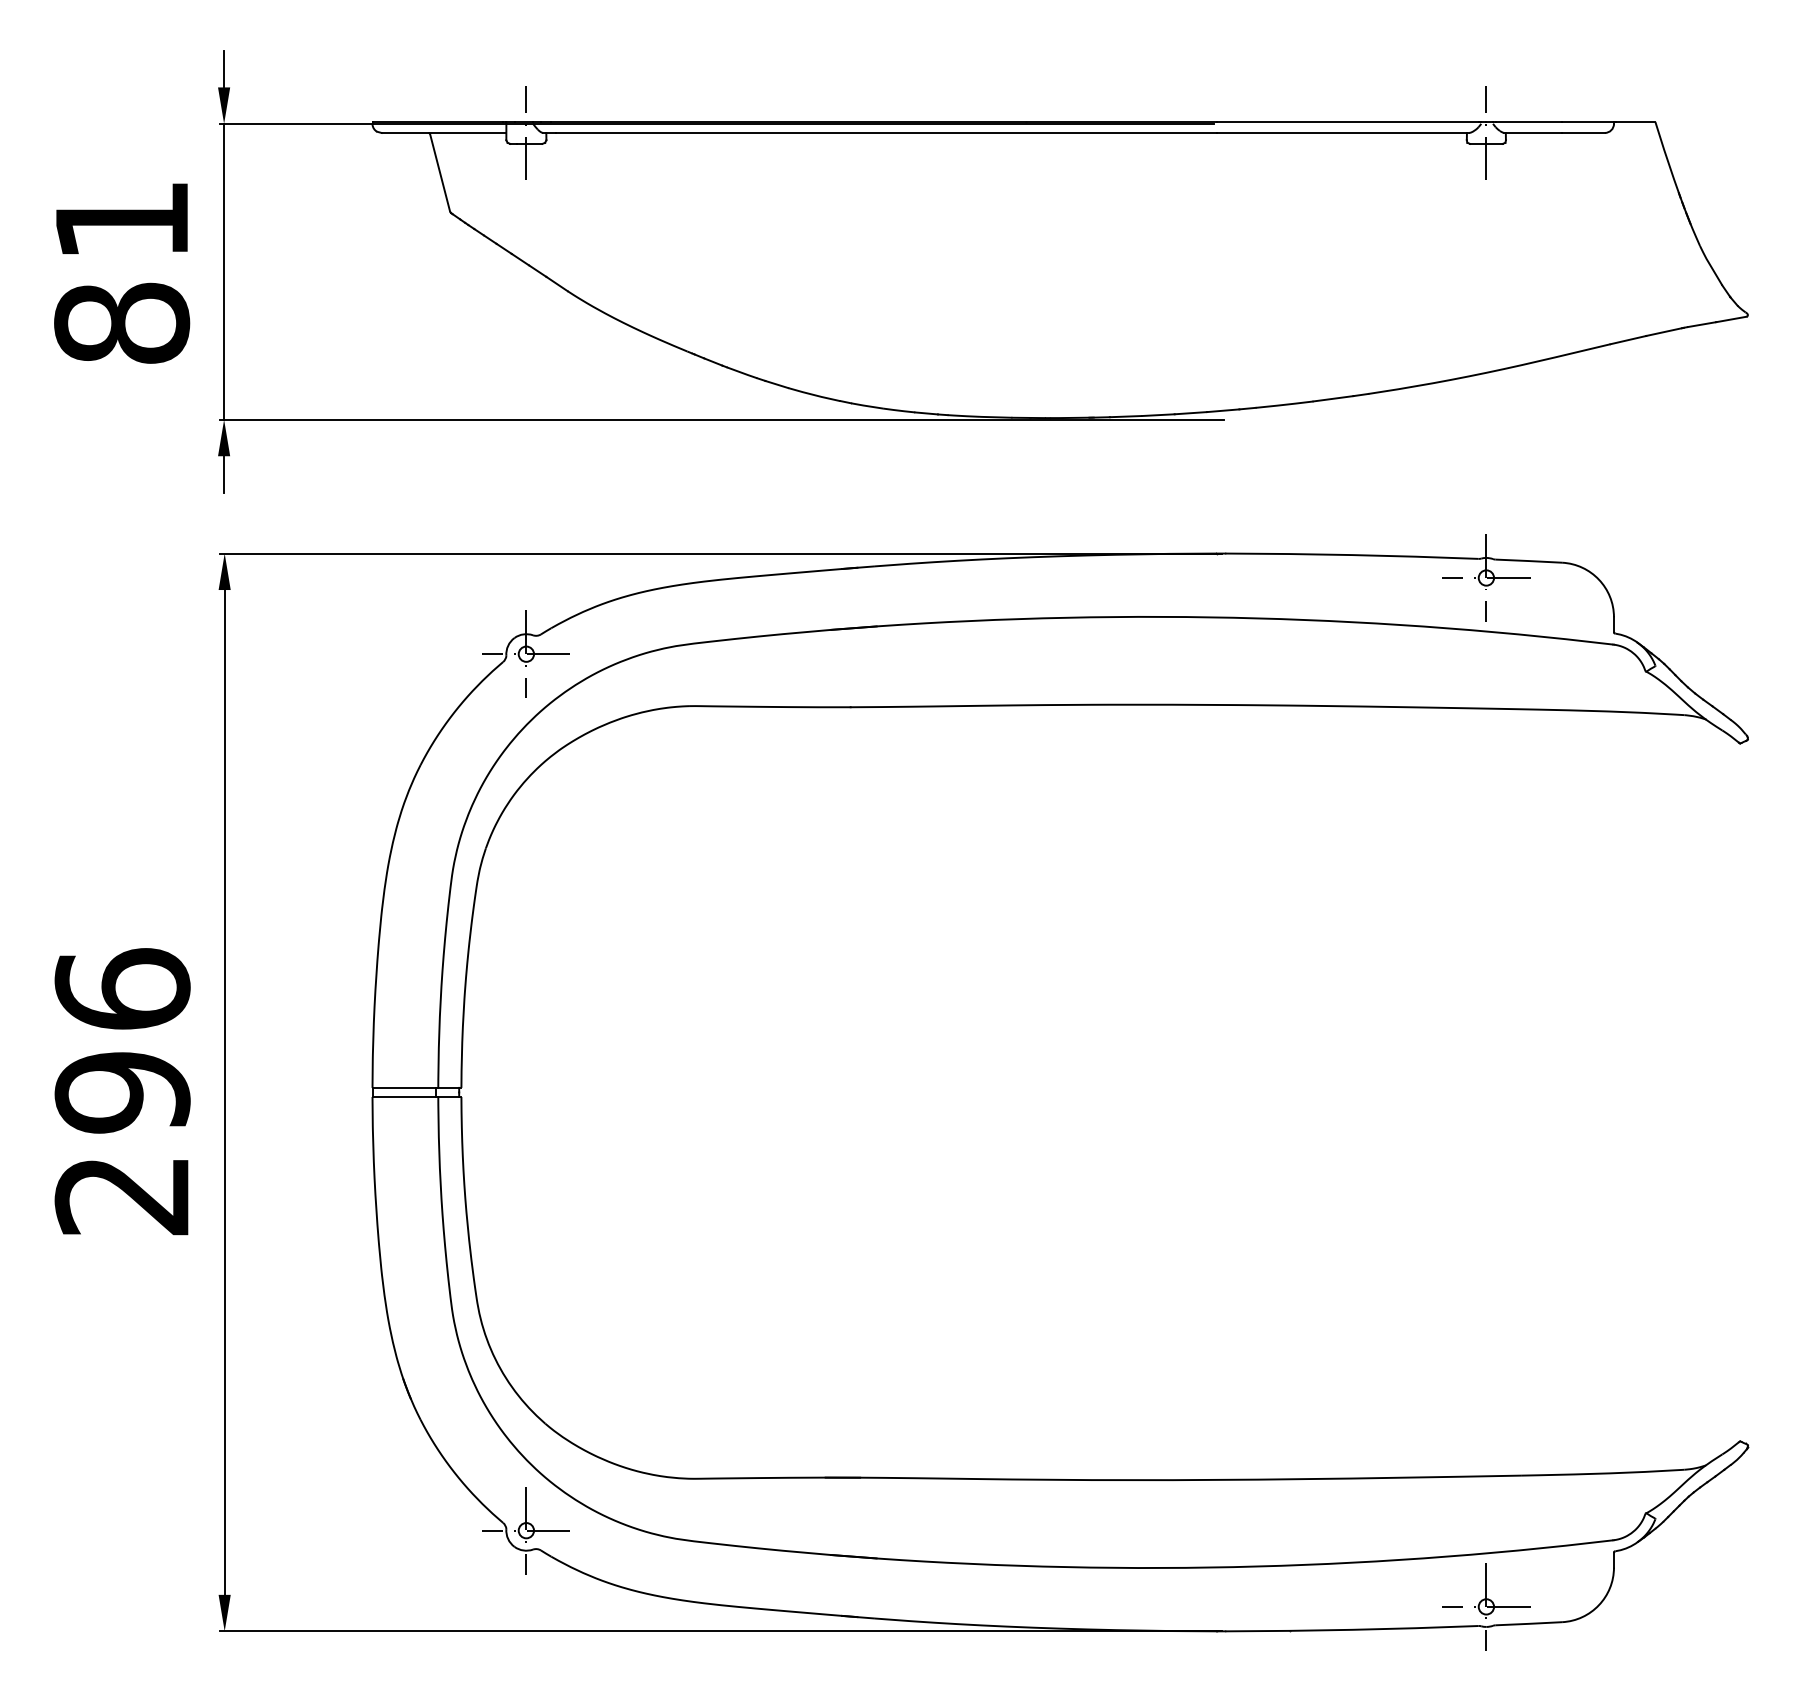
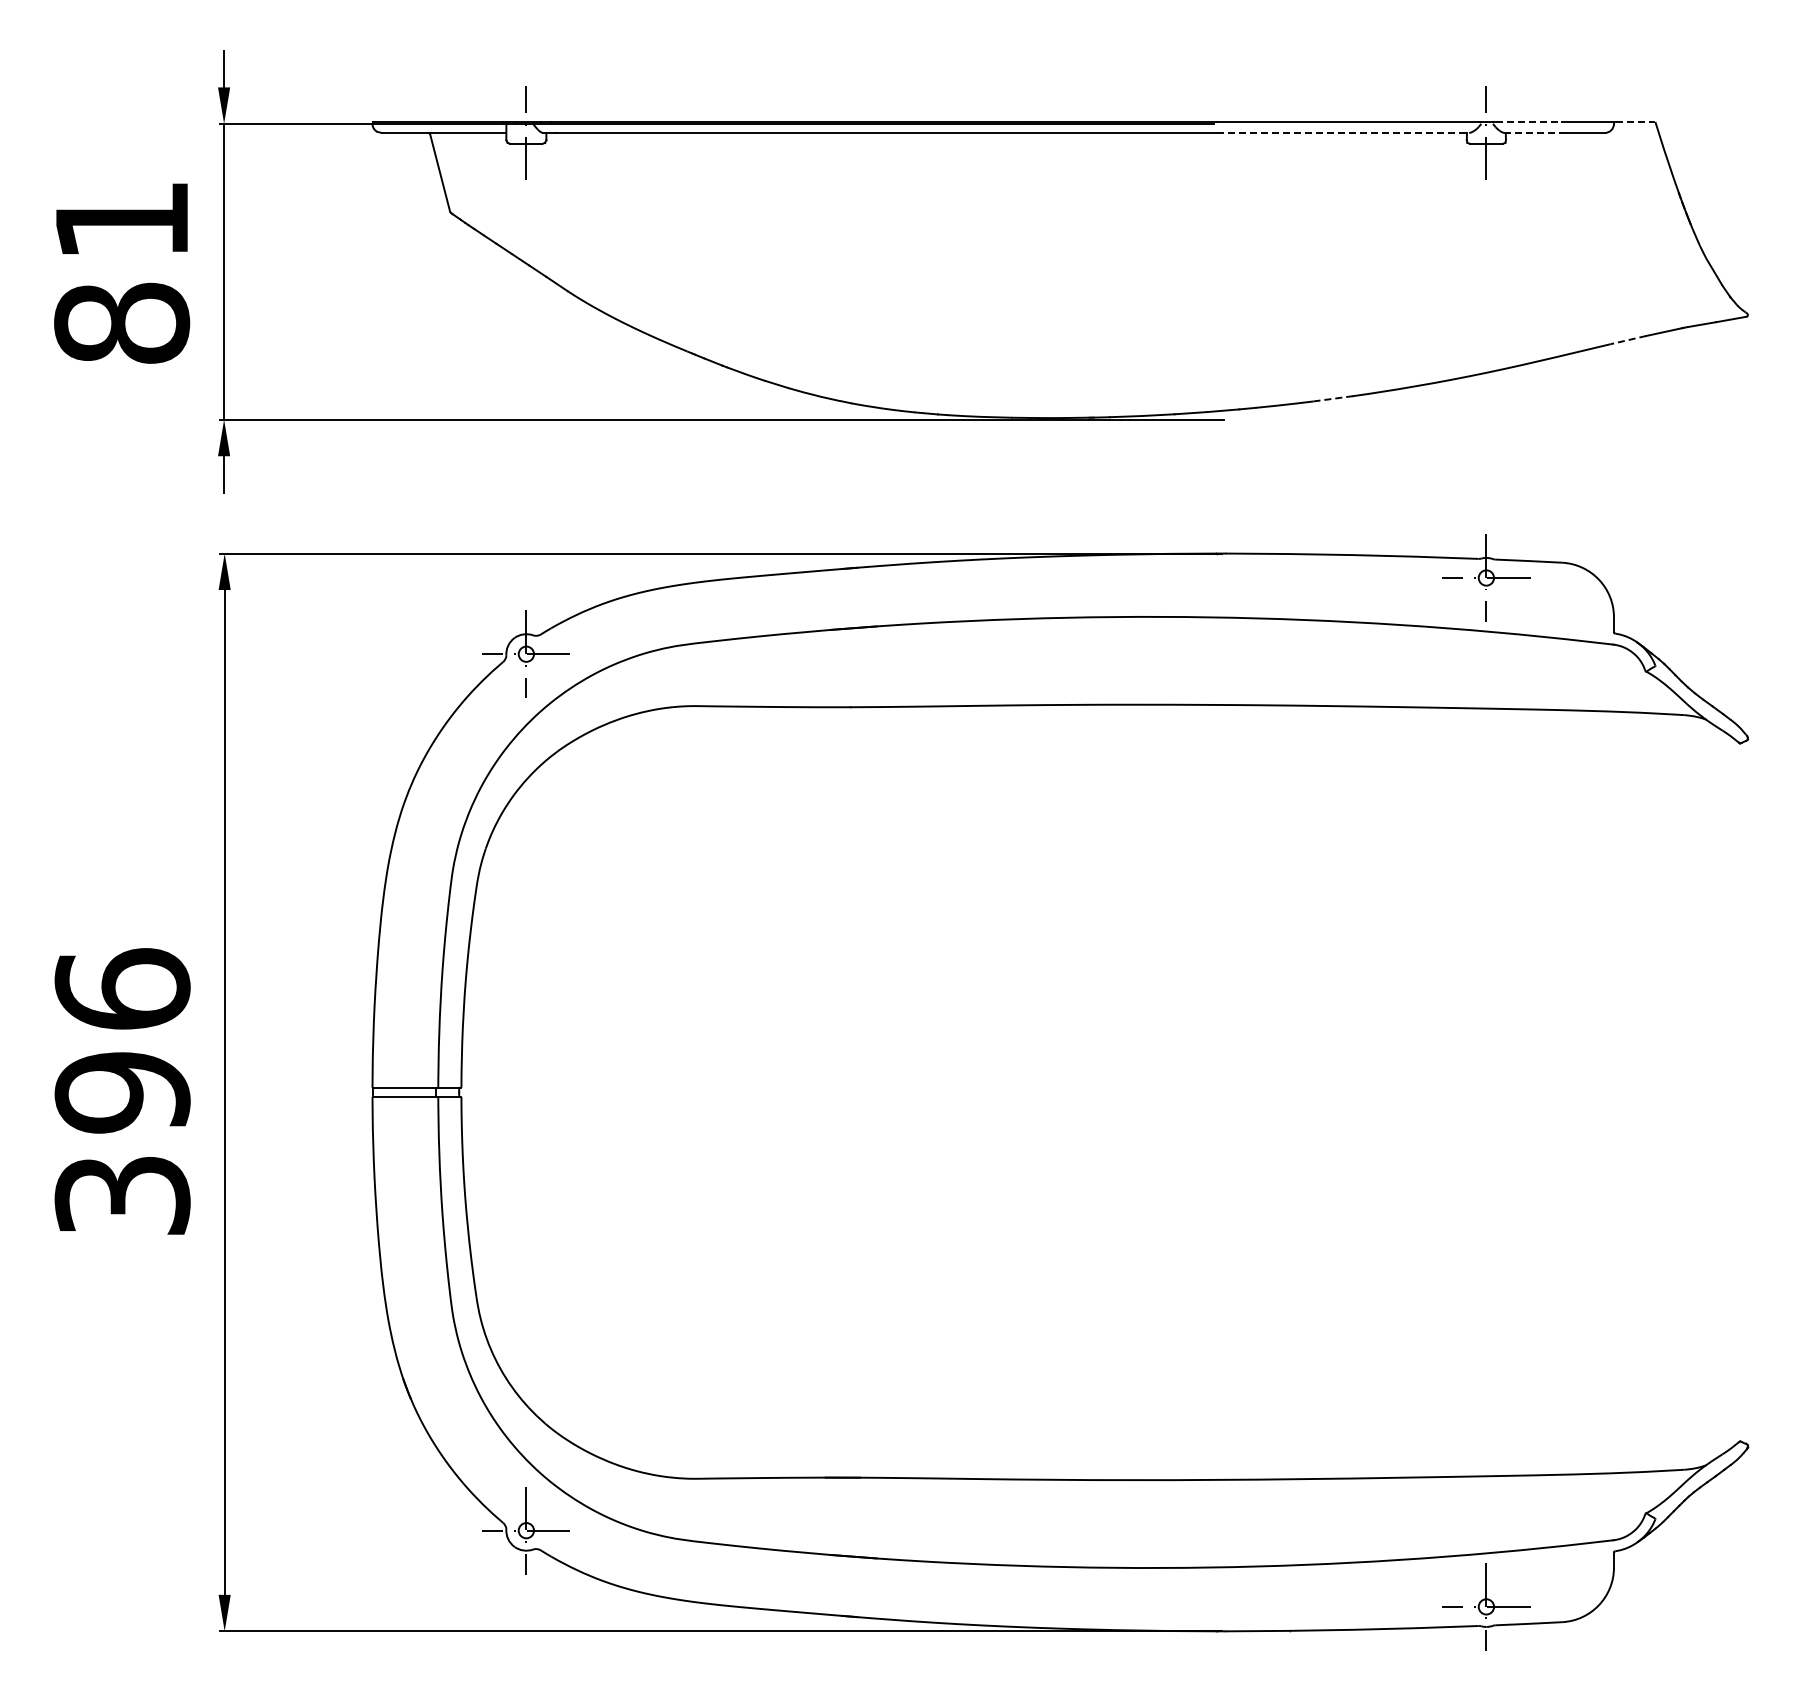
line at (1529, 122): solid -> dashed
line at (1635, 122): solid -> dashed
line at (1343, 132): solid -> dashed
line at (1533, 132): solid -> dashed
line at (1627, 340): solid -> dashed
line at (1333, 398): solid -> dashed
text at (122, 1196): 296 -> 396
